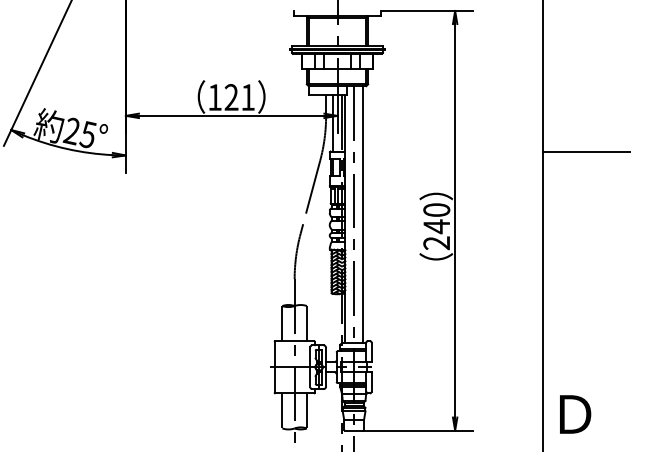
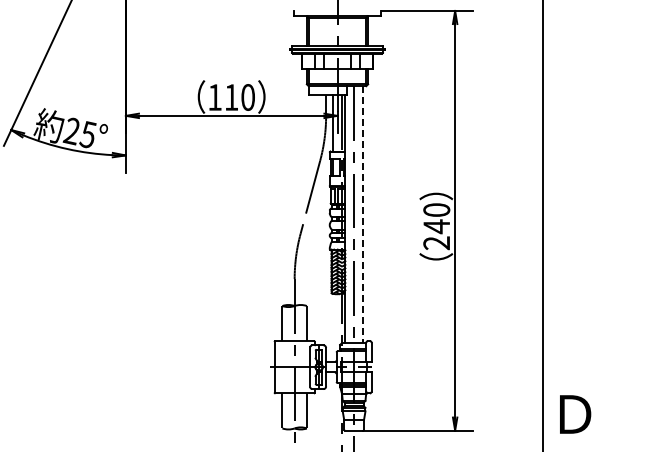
text at (239, 97): 121 -> 110
line at (585, 152): present -> none
line at (362, 214): solid -> dashed
